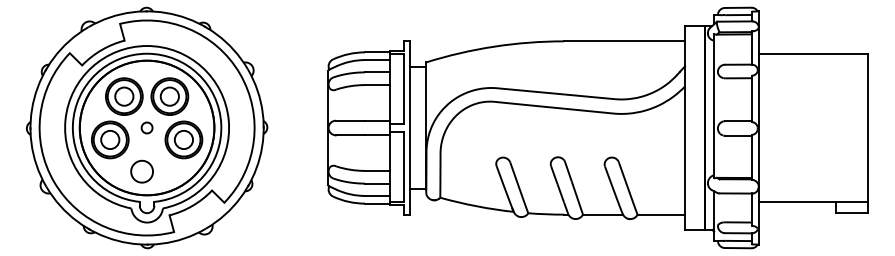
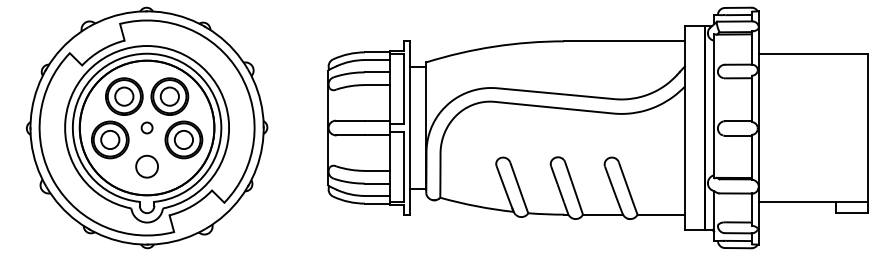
circle at (141, 171) position: (141, 171) -> (146, 166)
